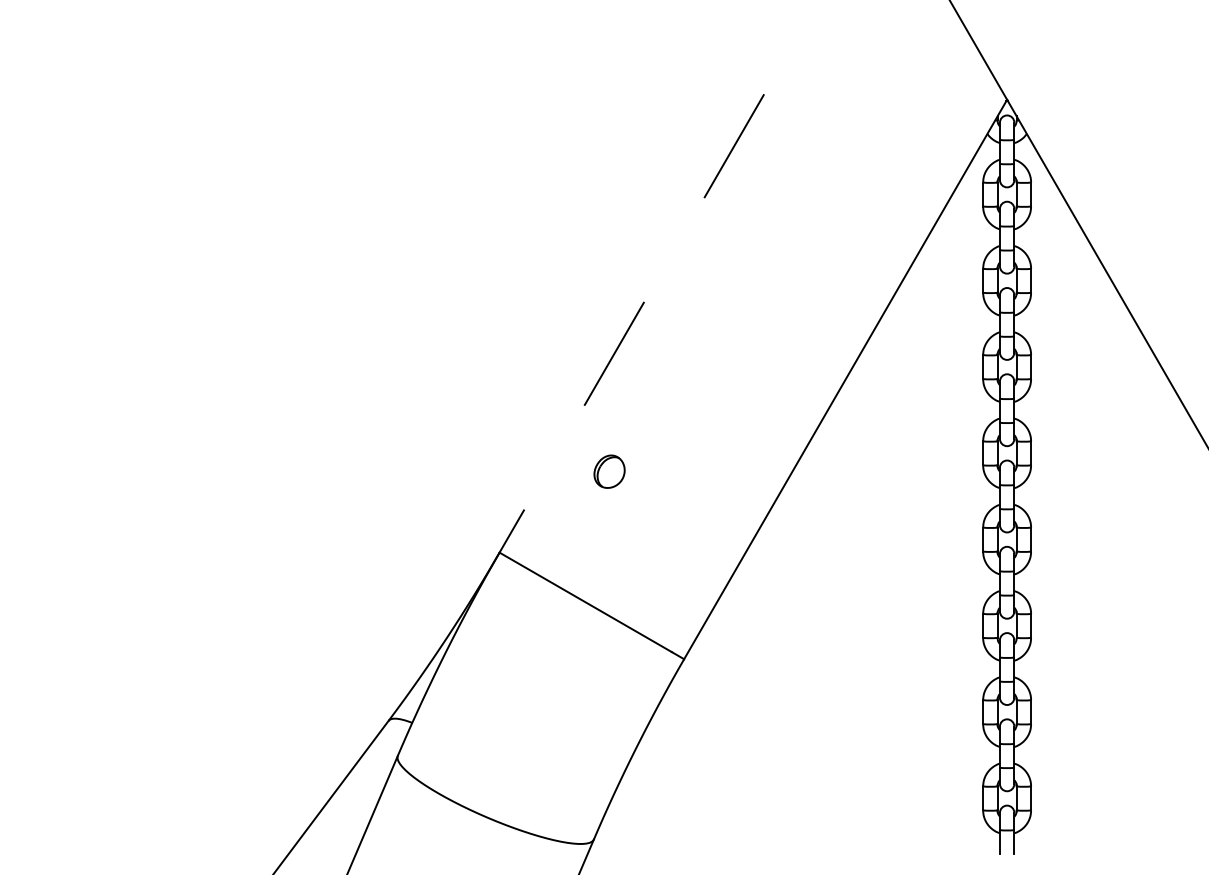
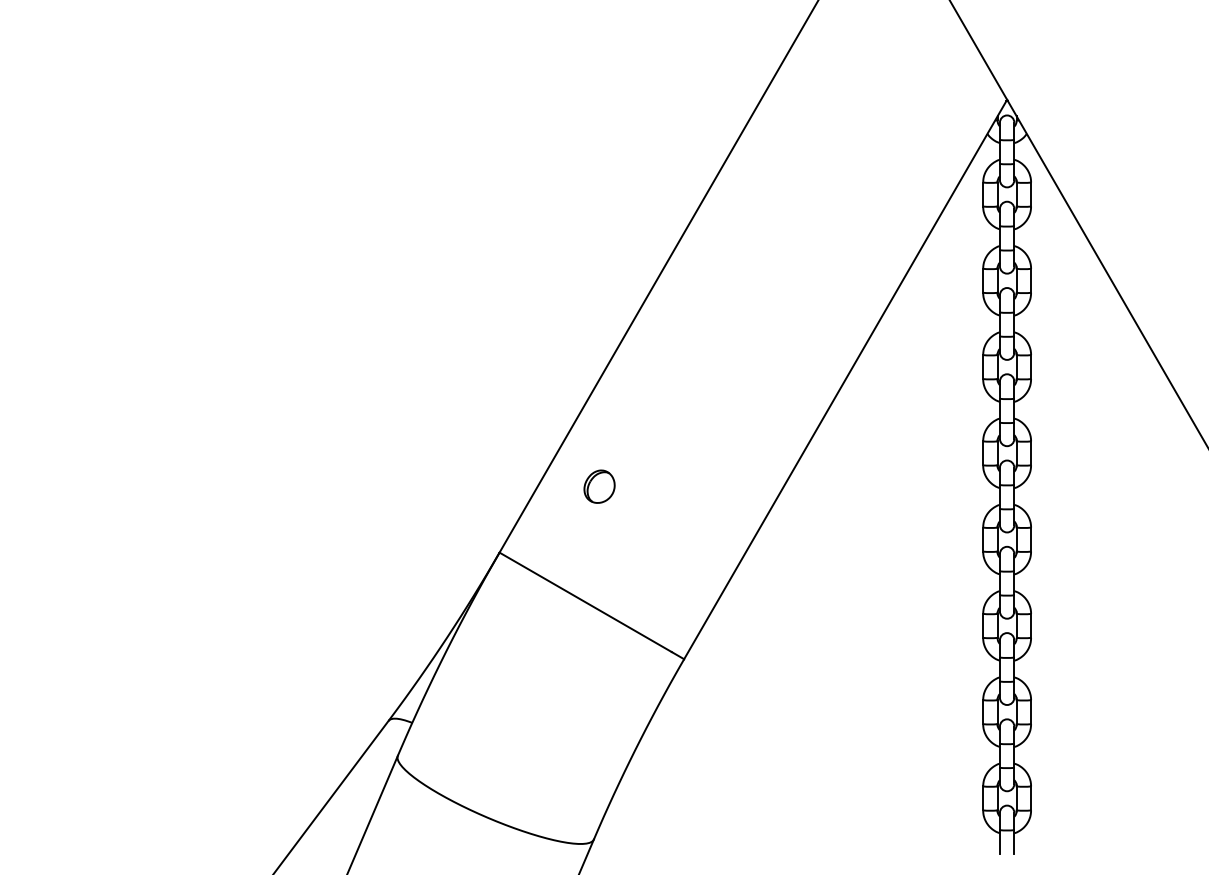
line at (658, 276): dashed -> solid
part at (609, 471) position: (609, 471) -> (599, 486)
